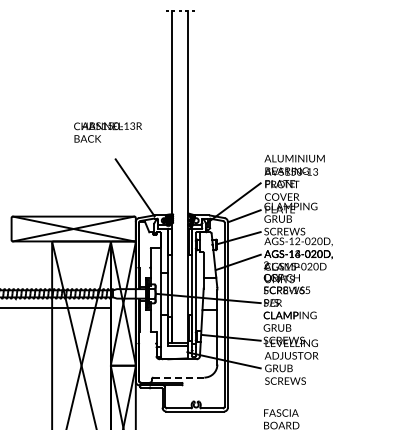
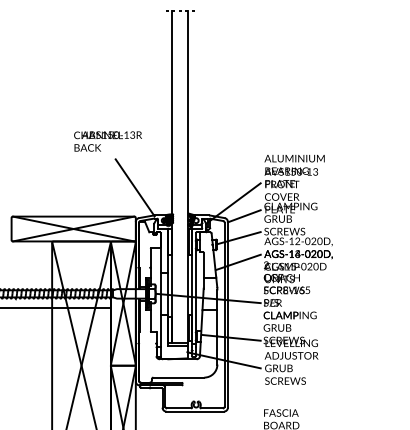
text at (107, 132) position: (107, 132) -> (107, 141)
line at (178, 377): dashed -> solid
